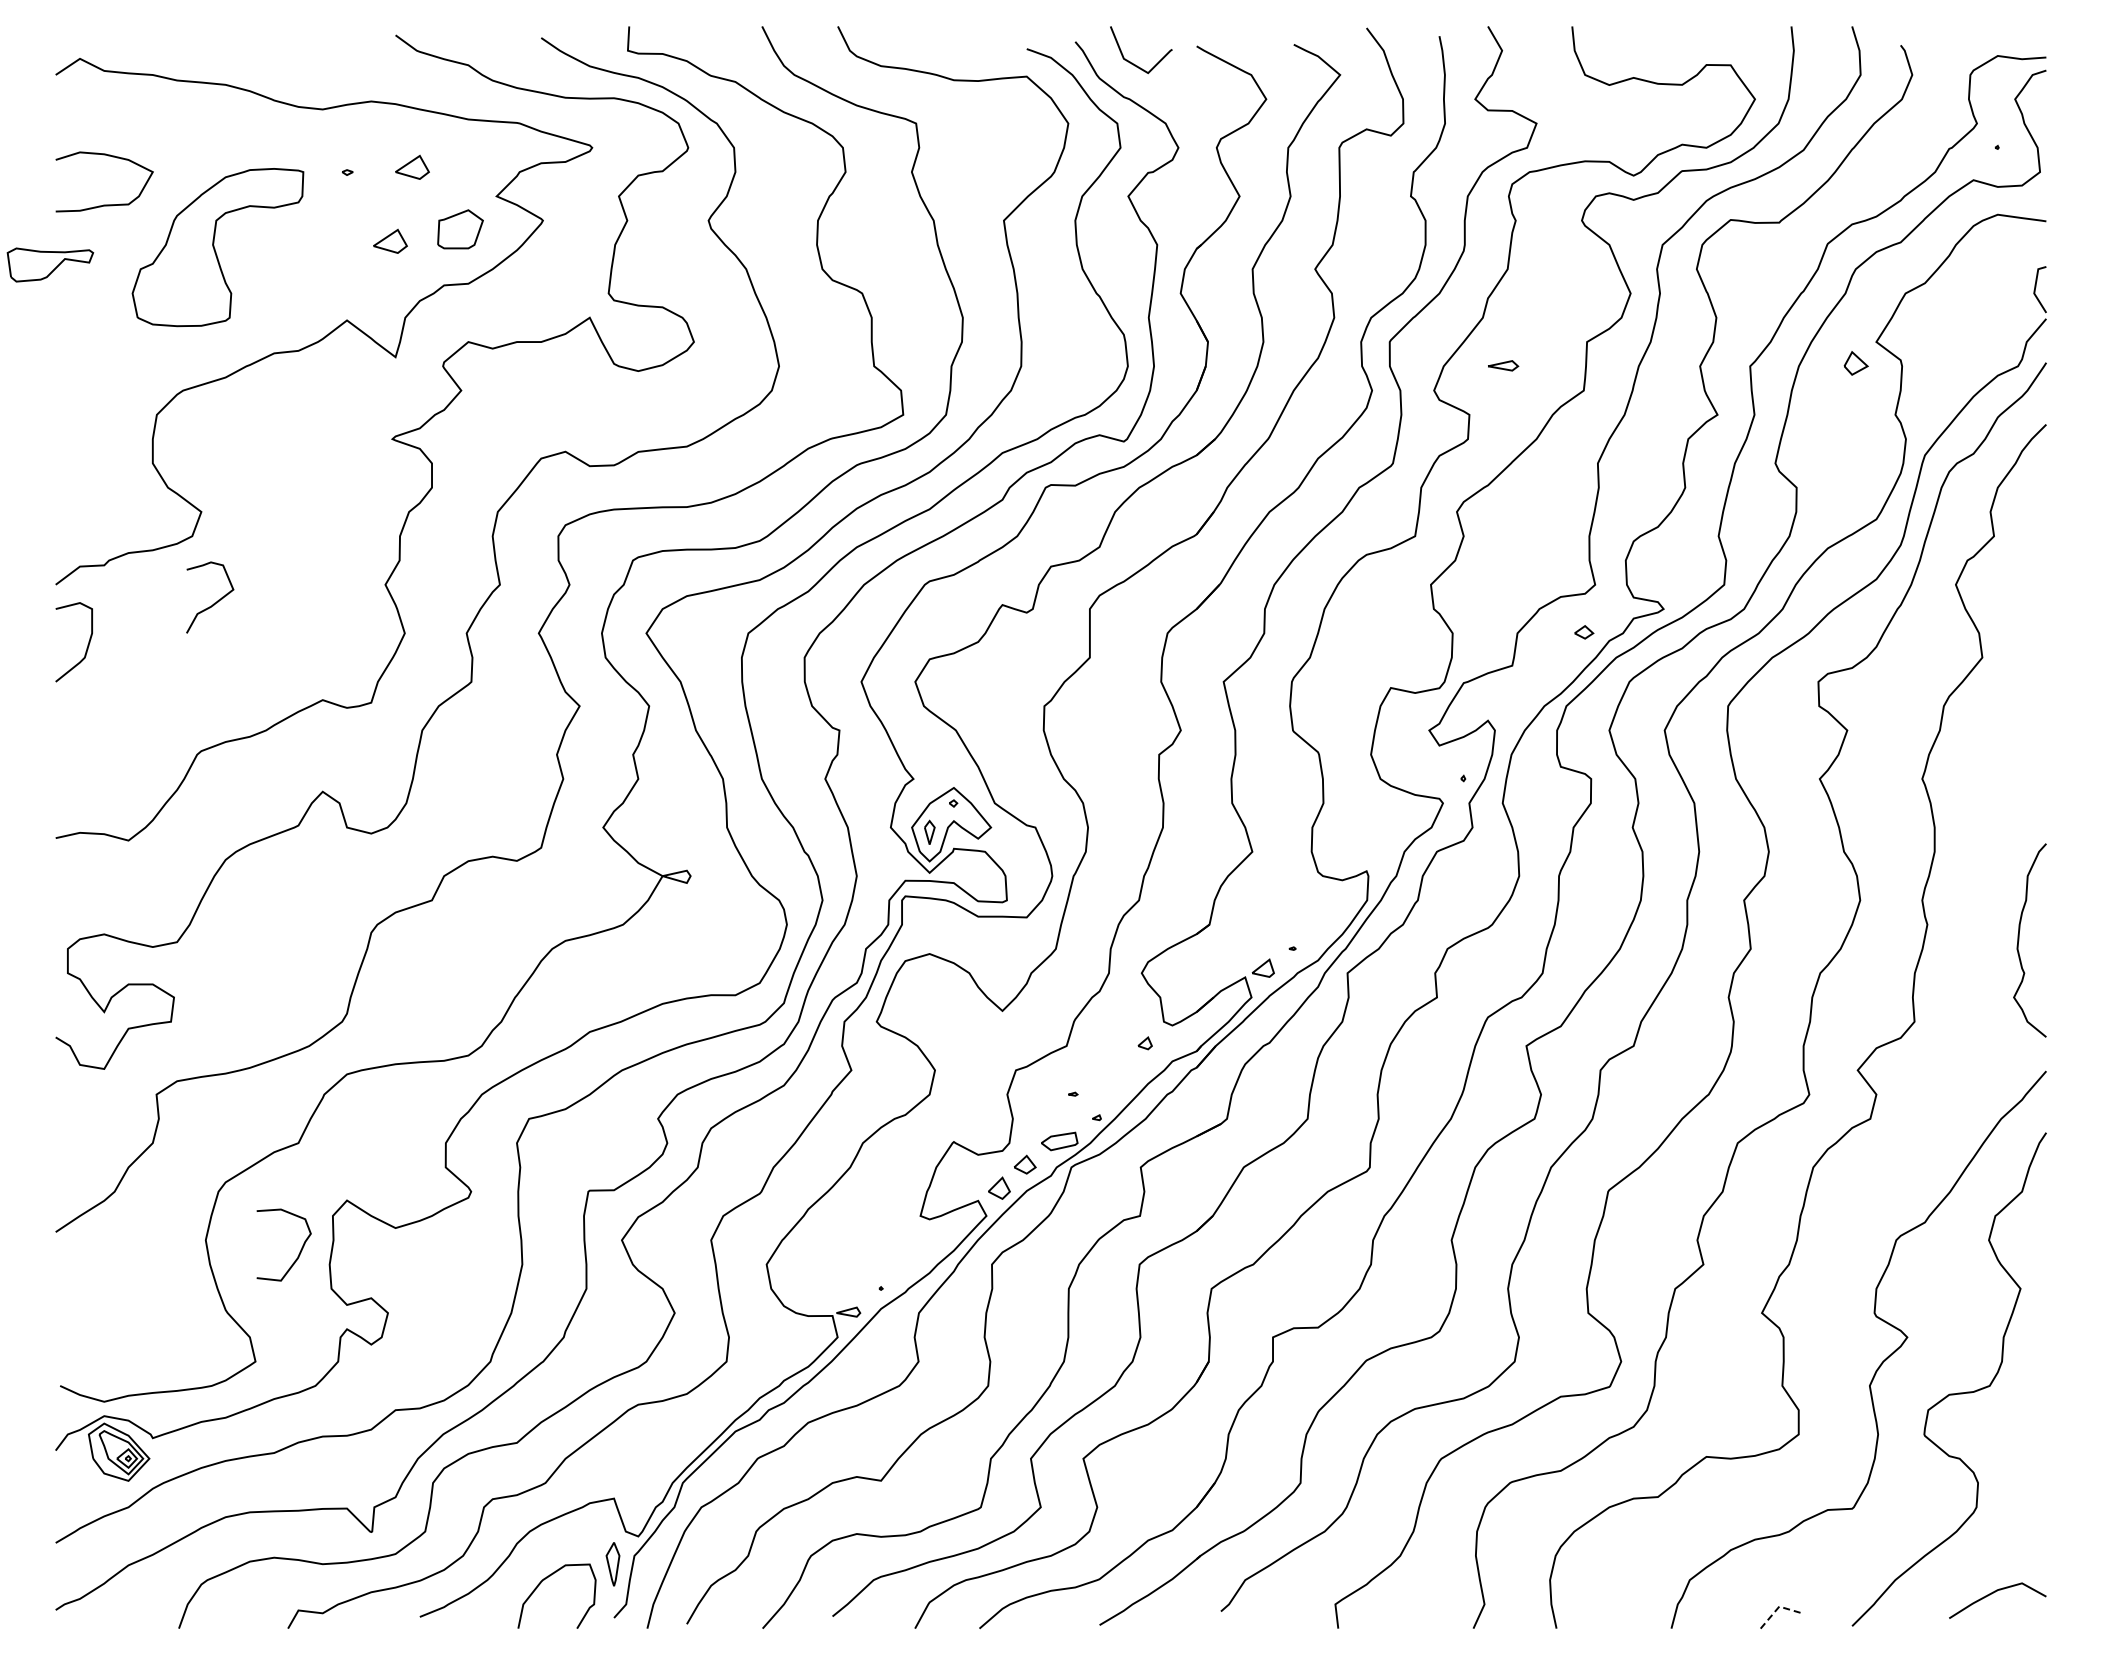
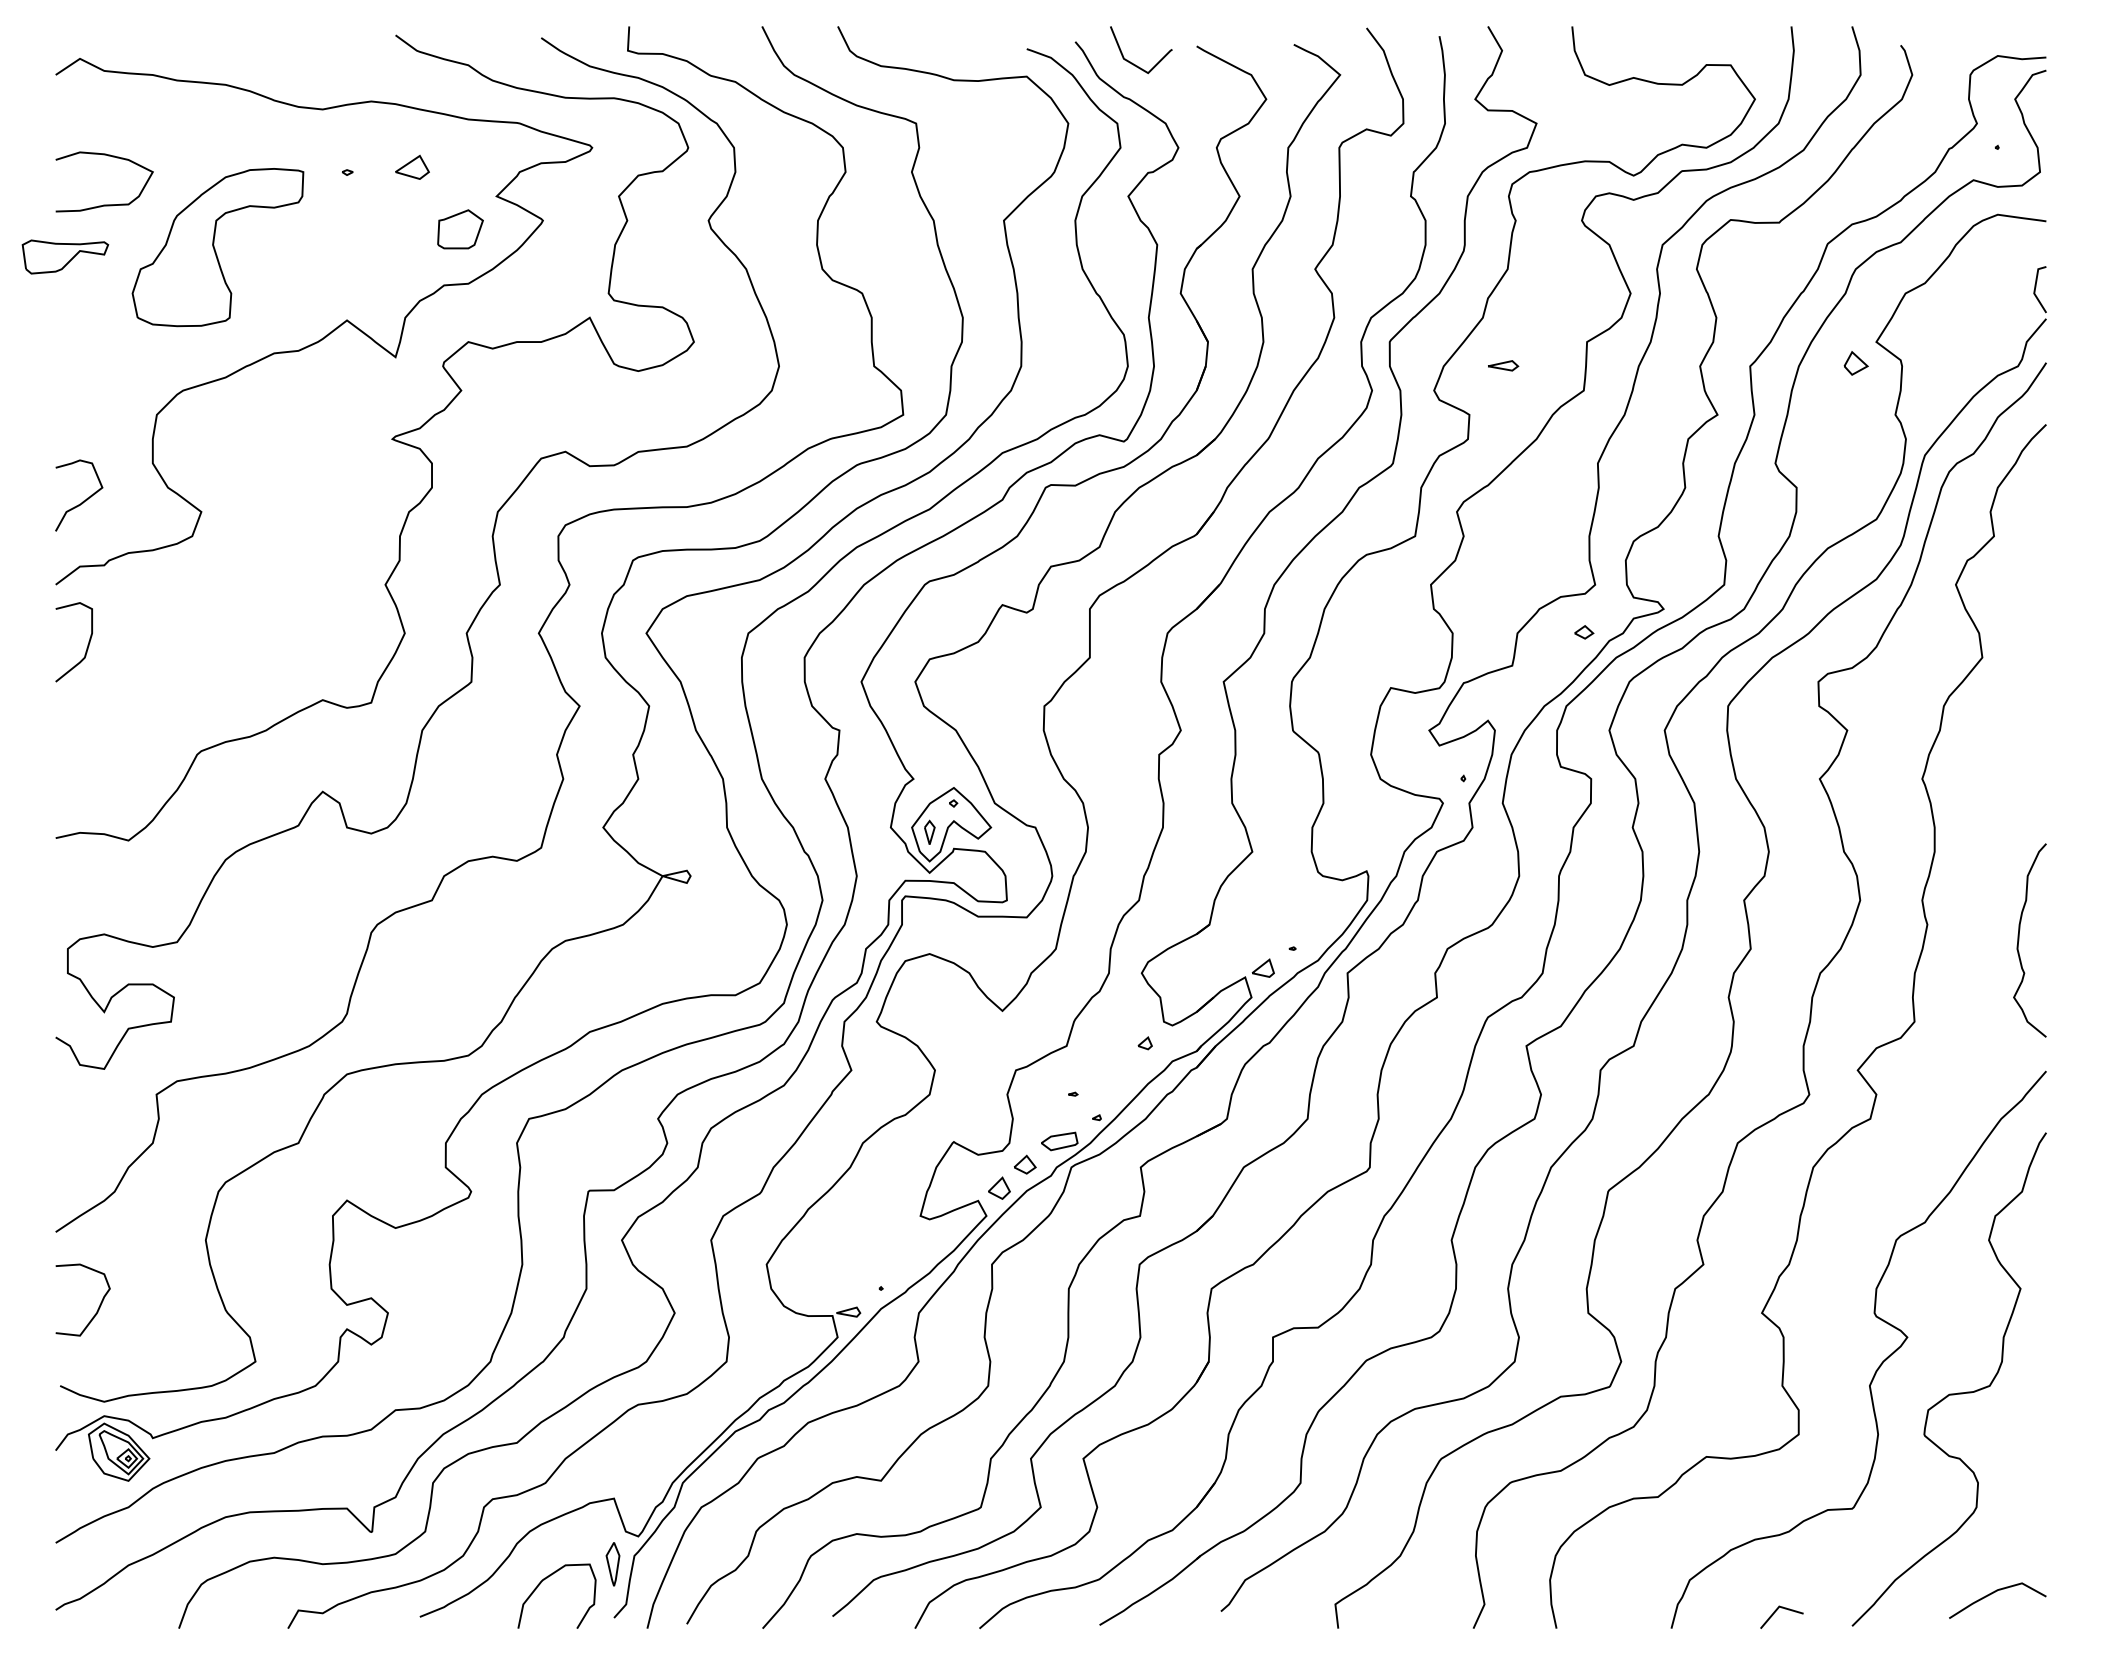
part at (390, 240): present -> none
part at (50, 264) position: (50, 264) -> (65, 256)
curve at (214, 602) position: (214, 602) -> (83, 500)
curve at (300, 1249) position: (300, 1249) -> (99, 1304)
line at (1778, 1607): dashed -> solid
